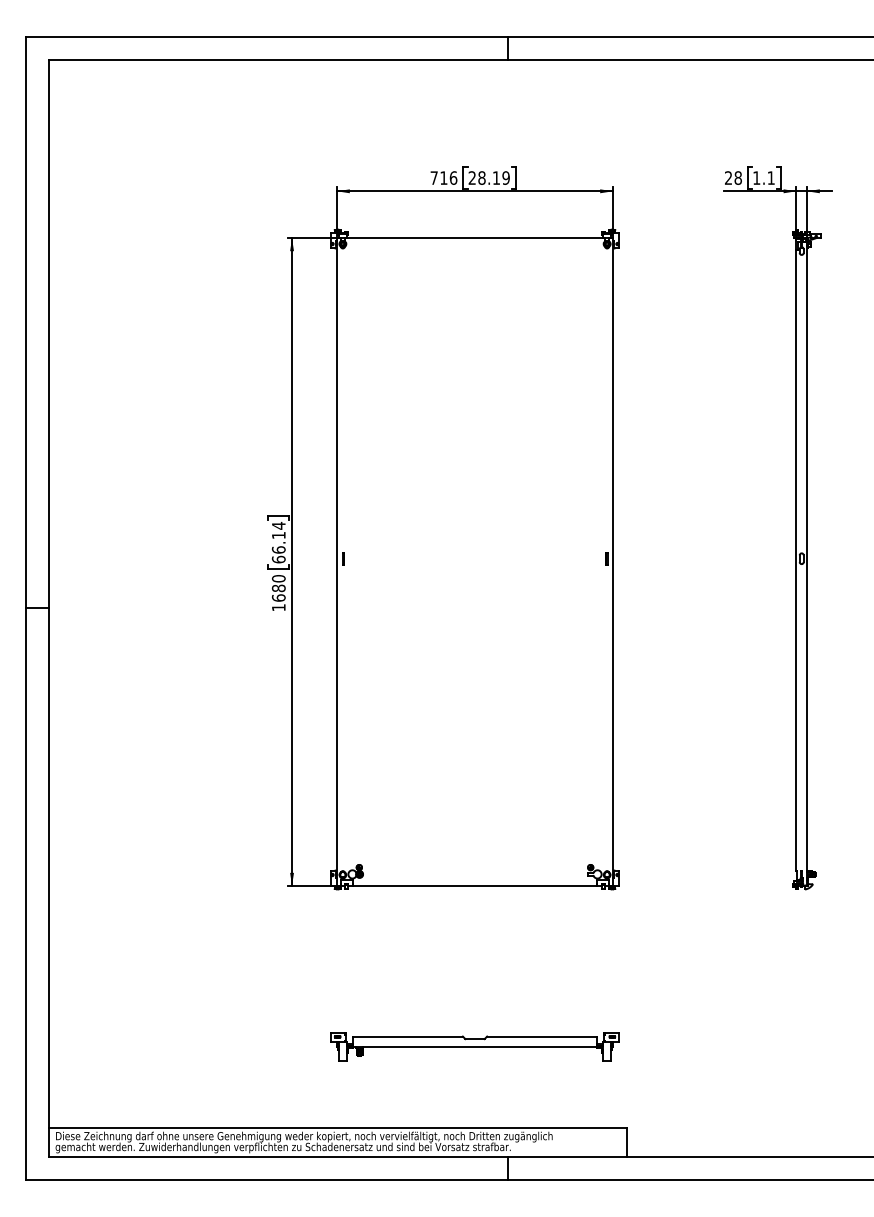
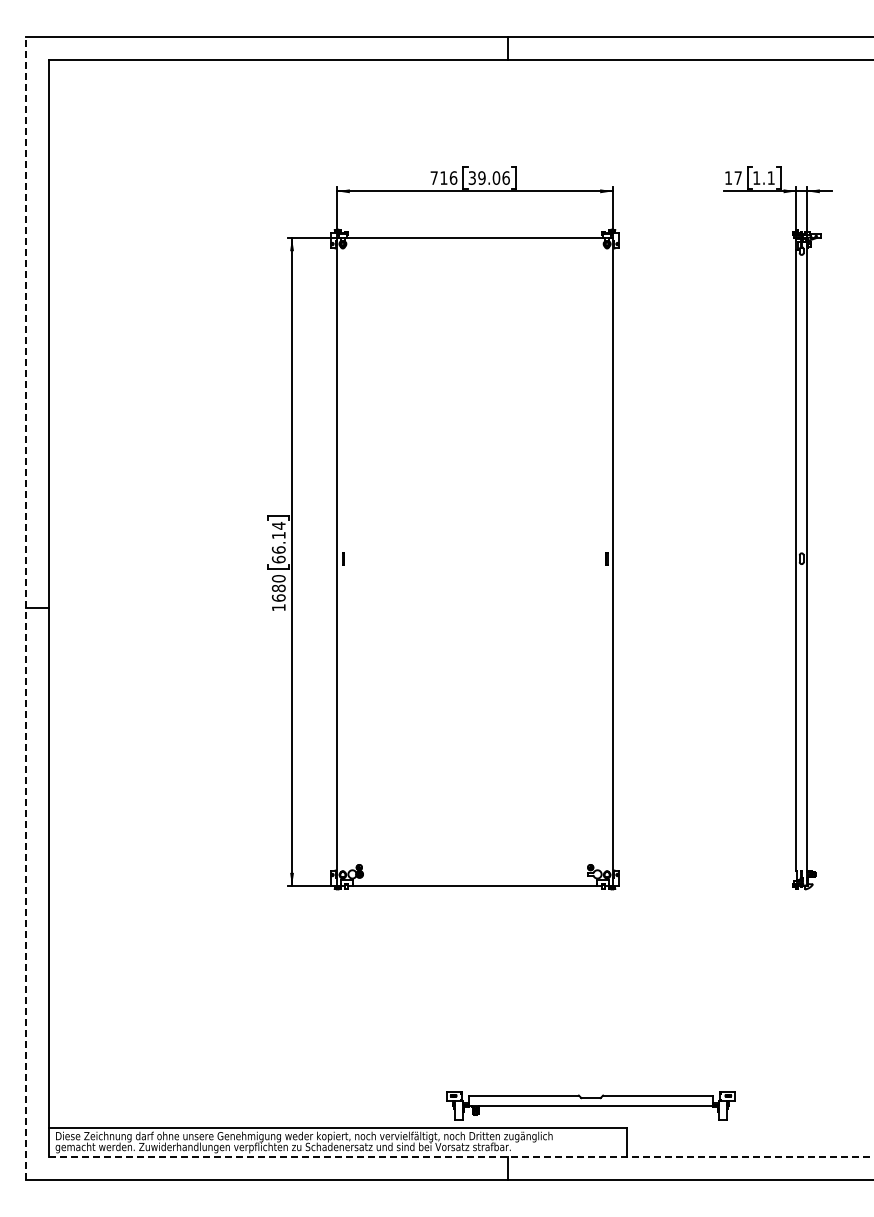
text at (488, 177): 28.19 -> 39.06
text at (733, 177): 28 -> 17
line at (26, 608): solid -> dashed
part at (474, 1046) position: (474, 1046) -> (590, 1105)
line at (461, 1157): solid -> dashed
